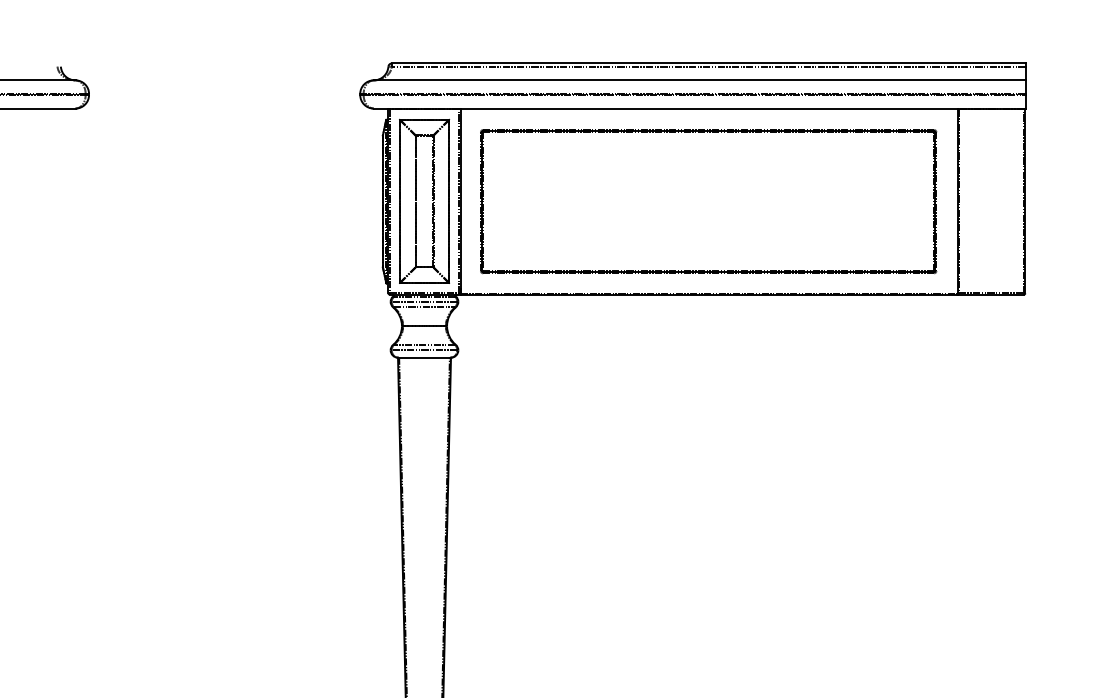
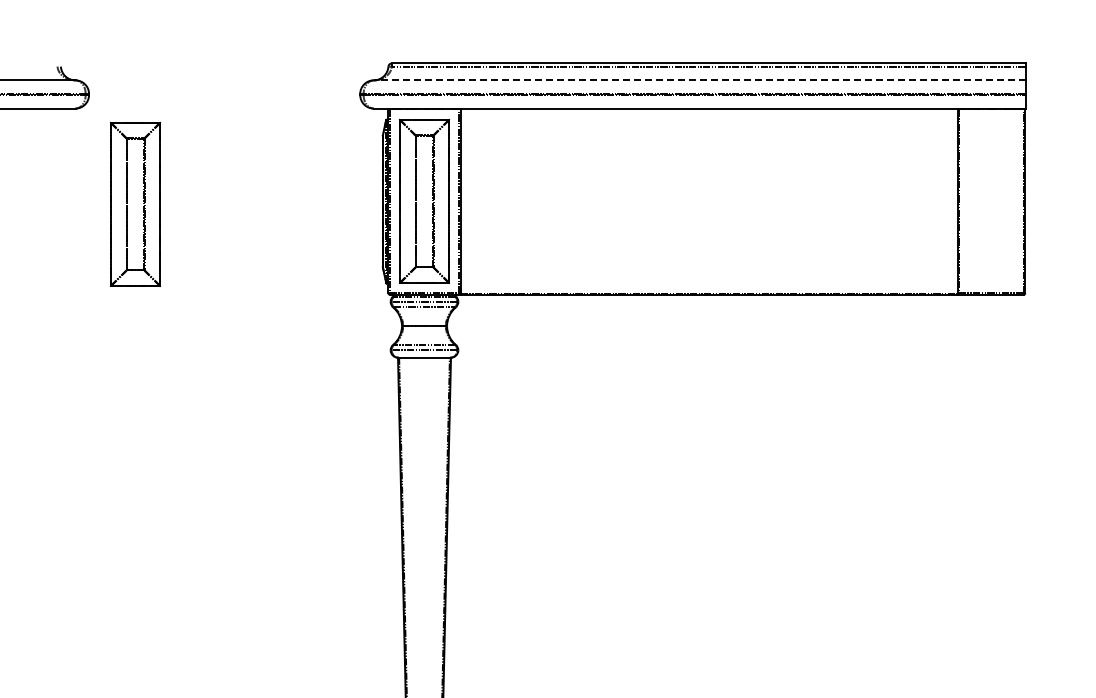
line at (699, 80): solid -> dashed
part at (708, 201): present -> none
part at (135, 203): none -> present
